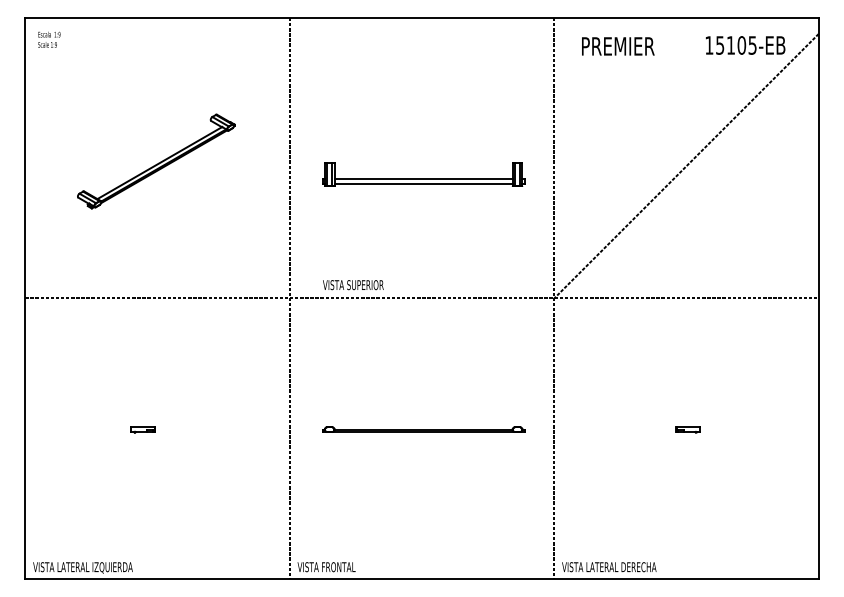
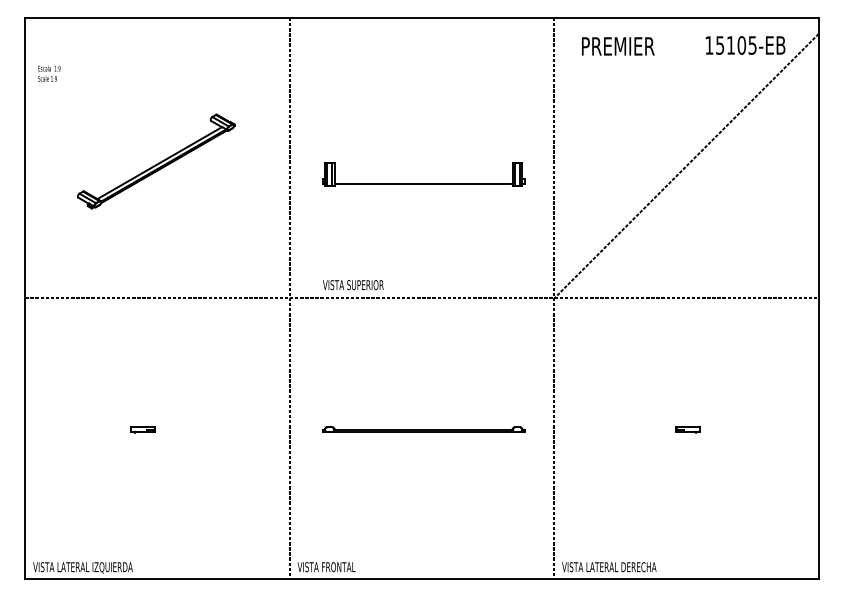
text at (49, 39) position: (49, 39) -> (49, 73)
line at (423, 178): present -> none
